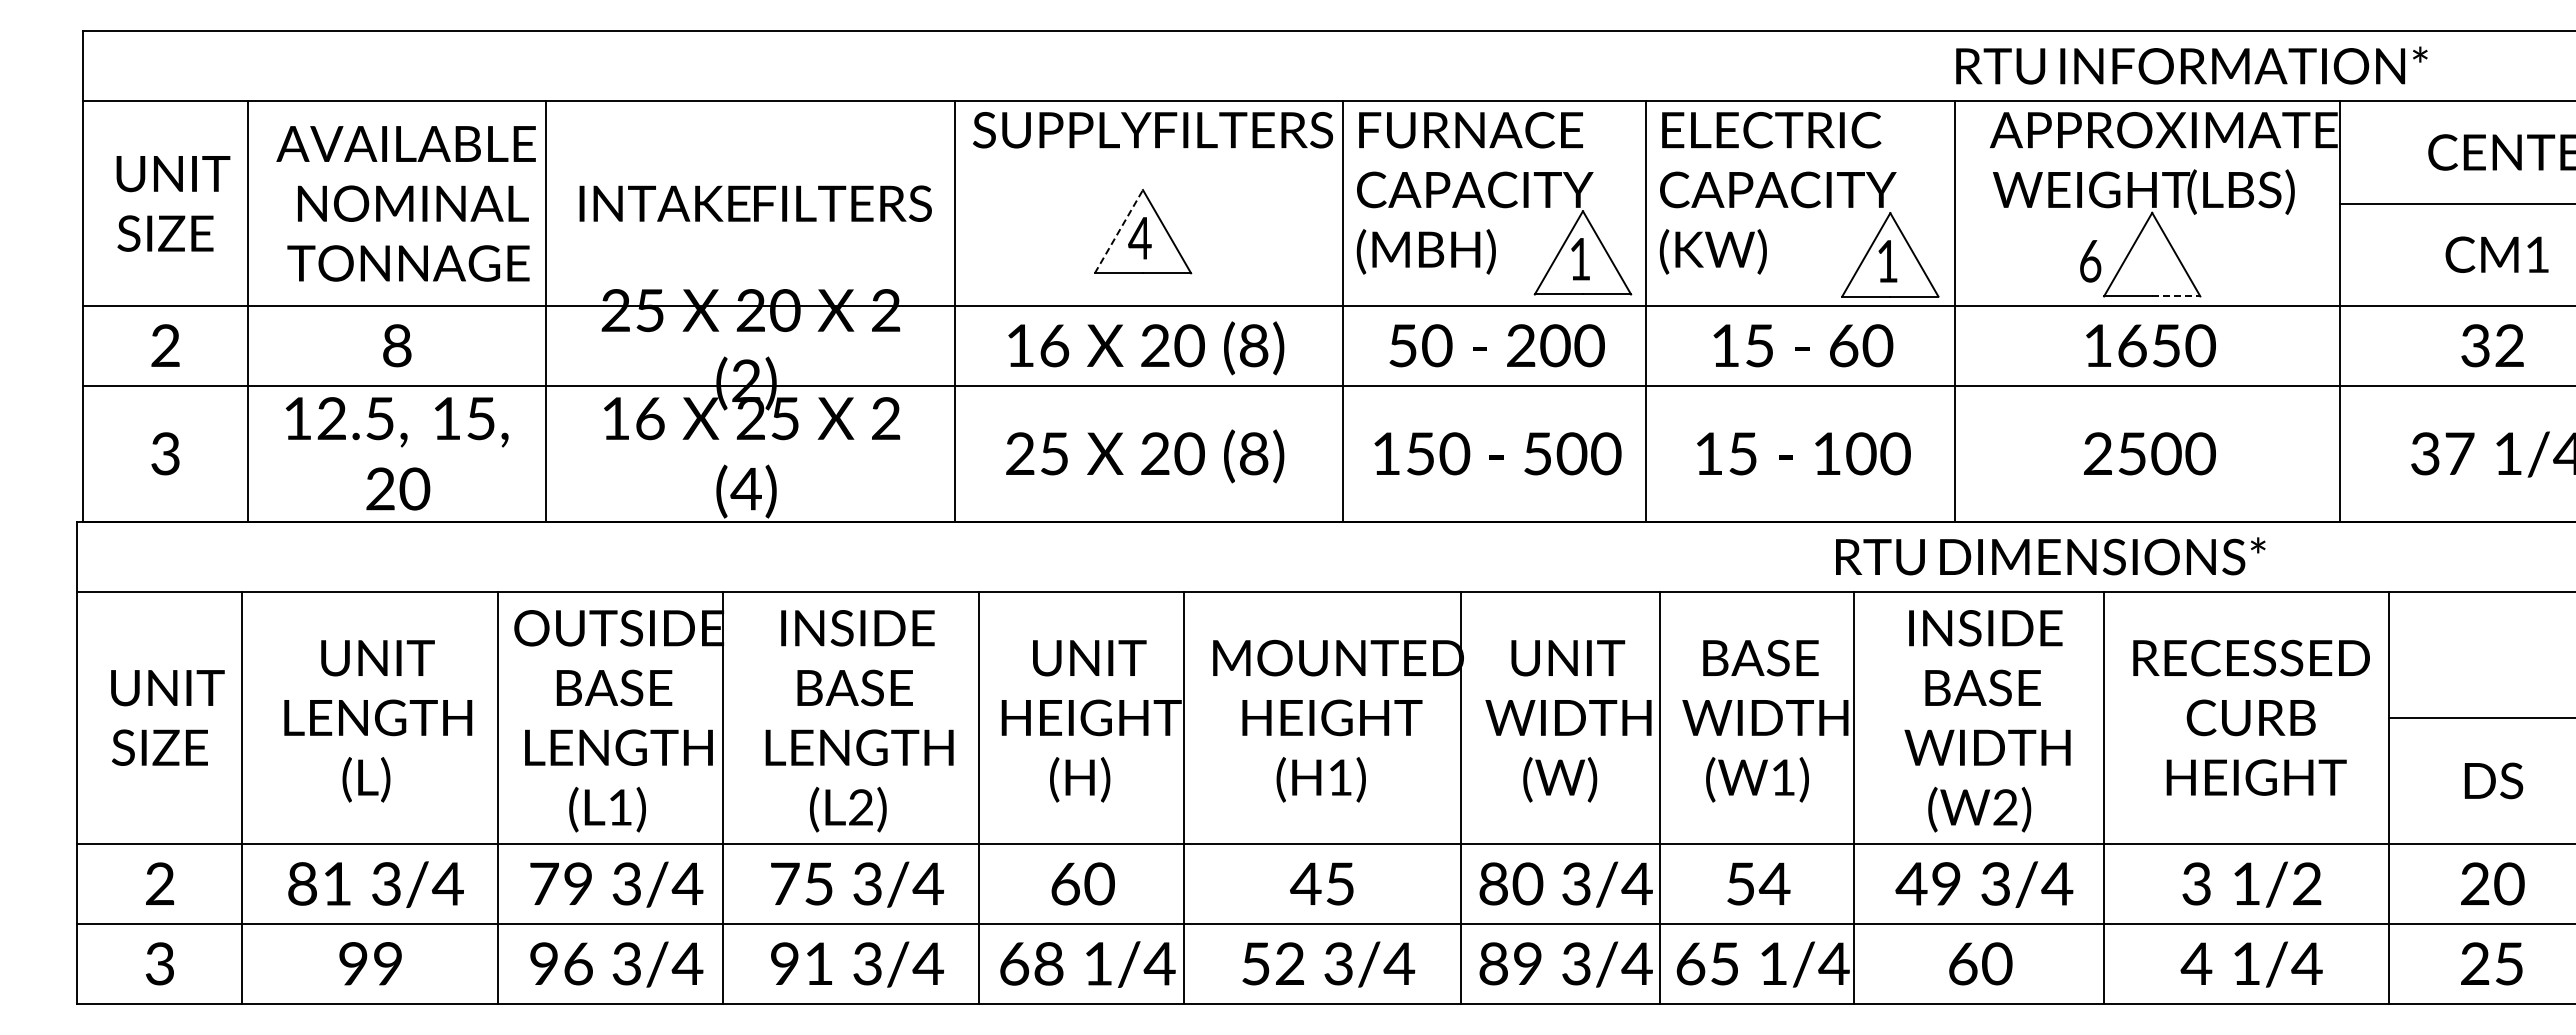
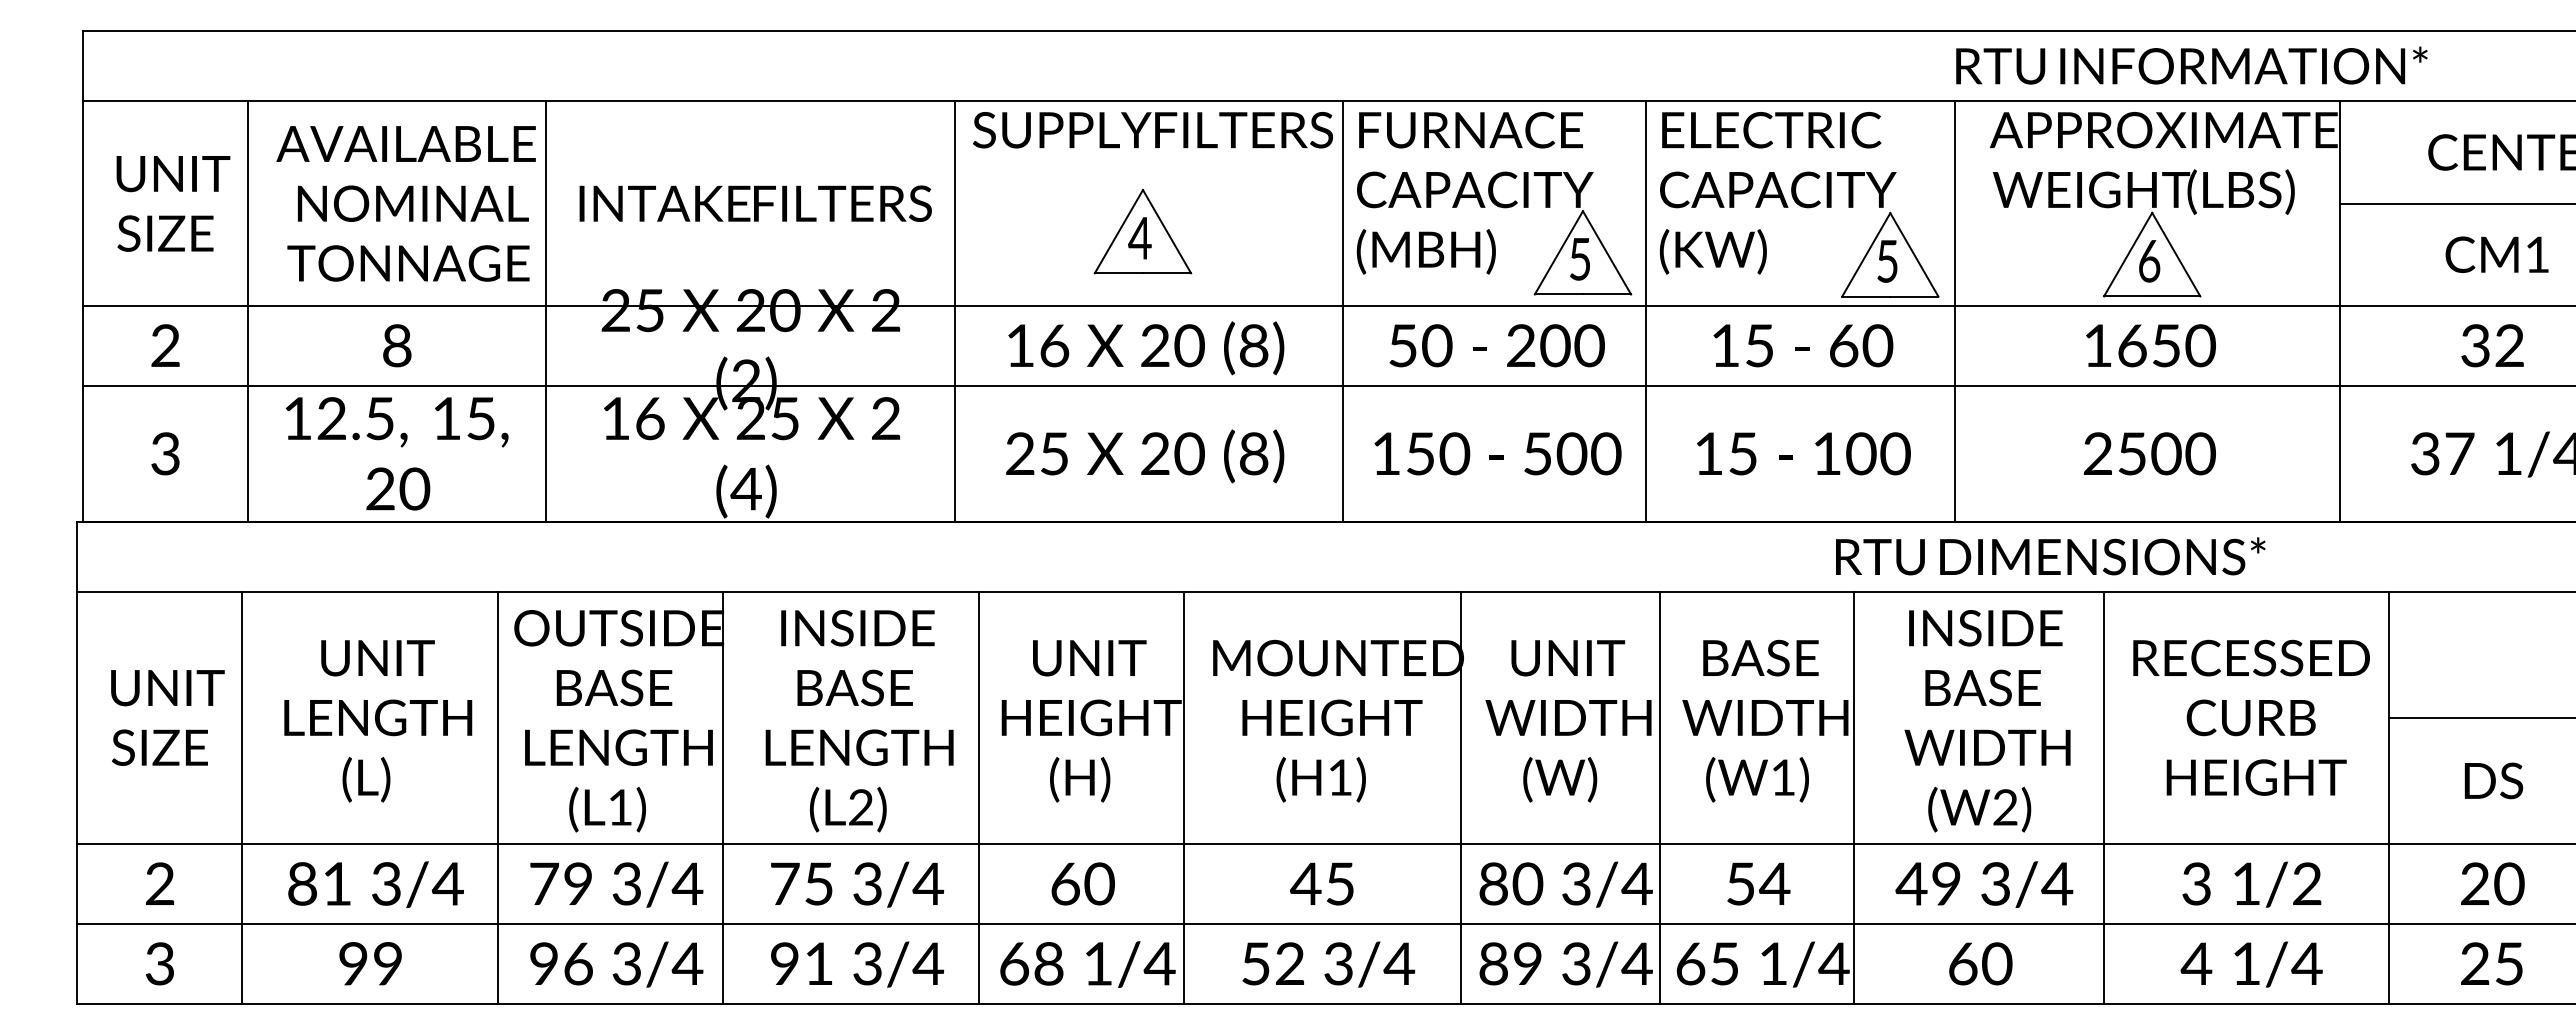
line at (1119, 231): dashed -> solid
text at (1579, 259): 1 -> 5
text at (1887, 261): 1 -> 5
text at (2090, 261) position: (2090, 261) -> (2149, 261)
line at (2176, 296): dashed -> solid
